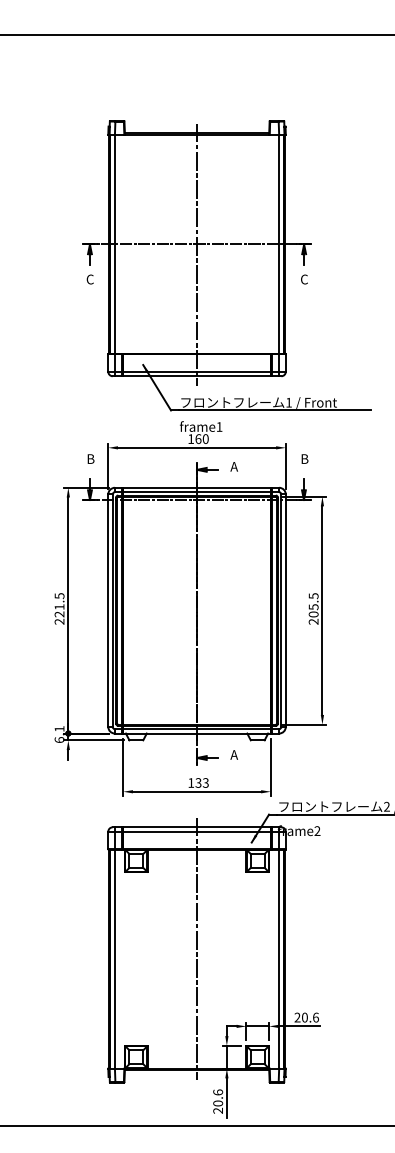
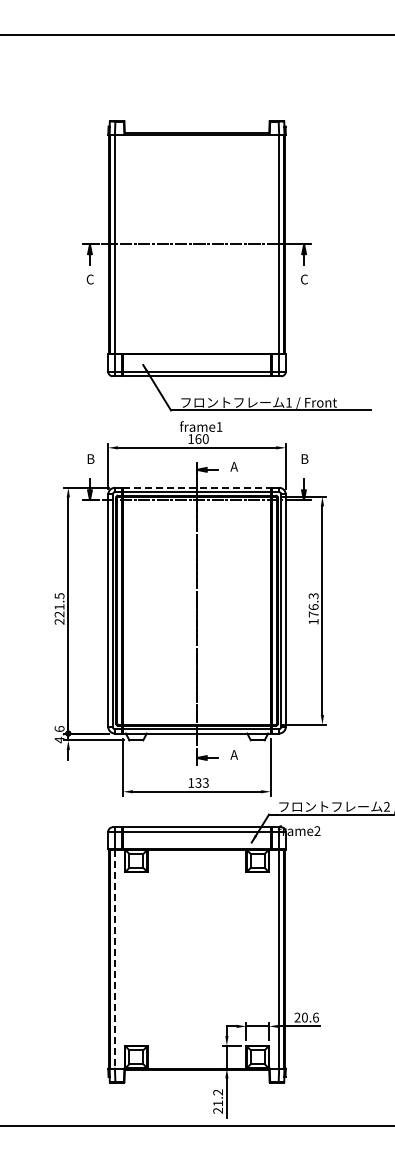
line at (197, 254): present -> none
line at (197, 487): solid -> dashed
text at (313, 608): 205.5 -> 176.3
text at (59, 734): 6.1 -> 4.6
line at (197, 948): present -> none
line at (115, 959): solid -> dashed
text at (218, 1097): 20.6 -> 21.2
